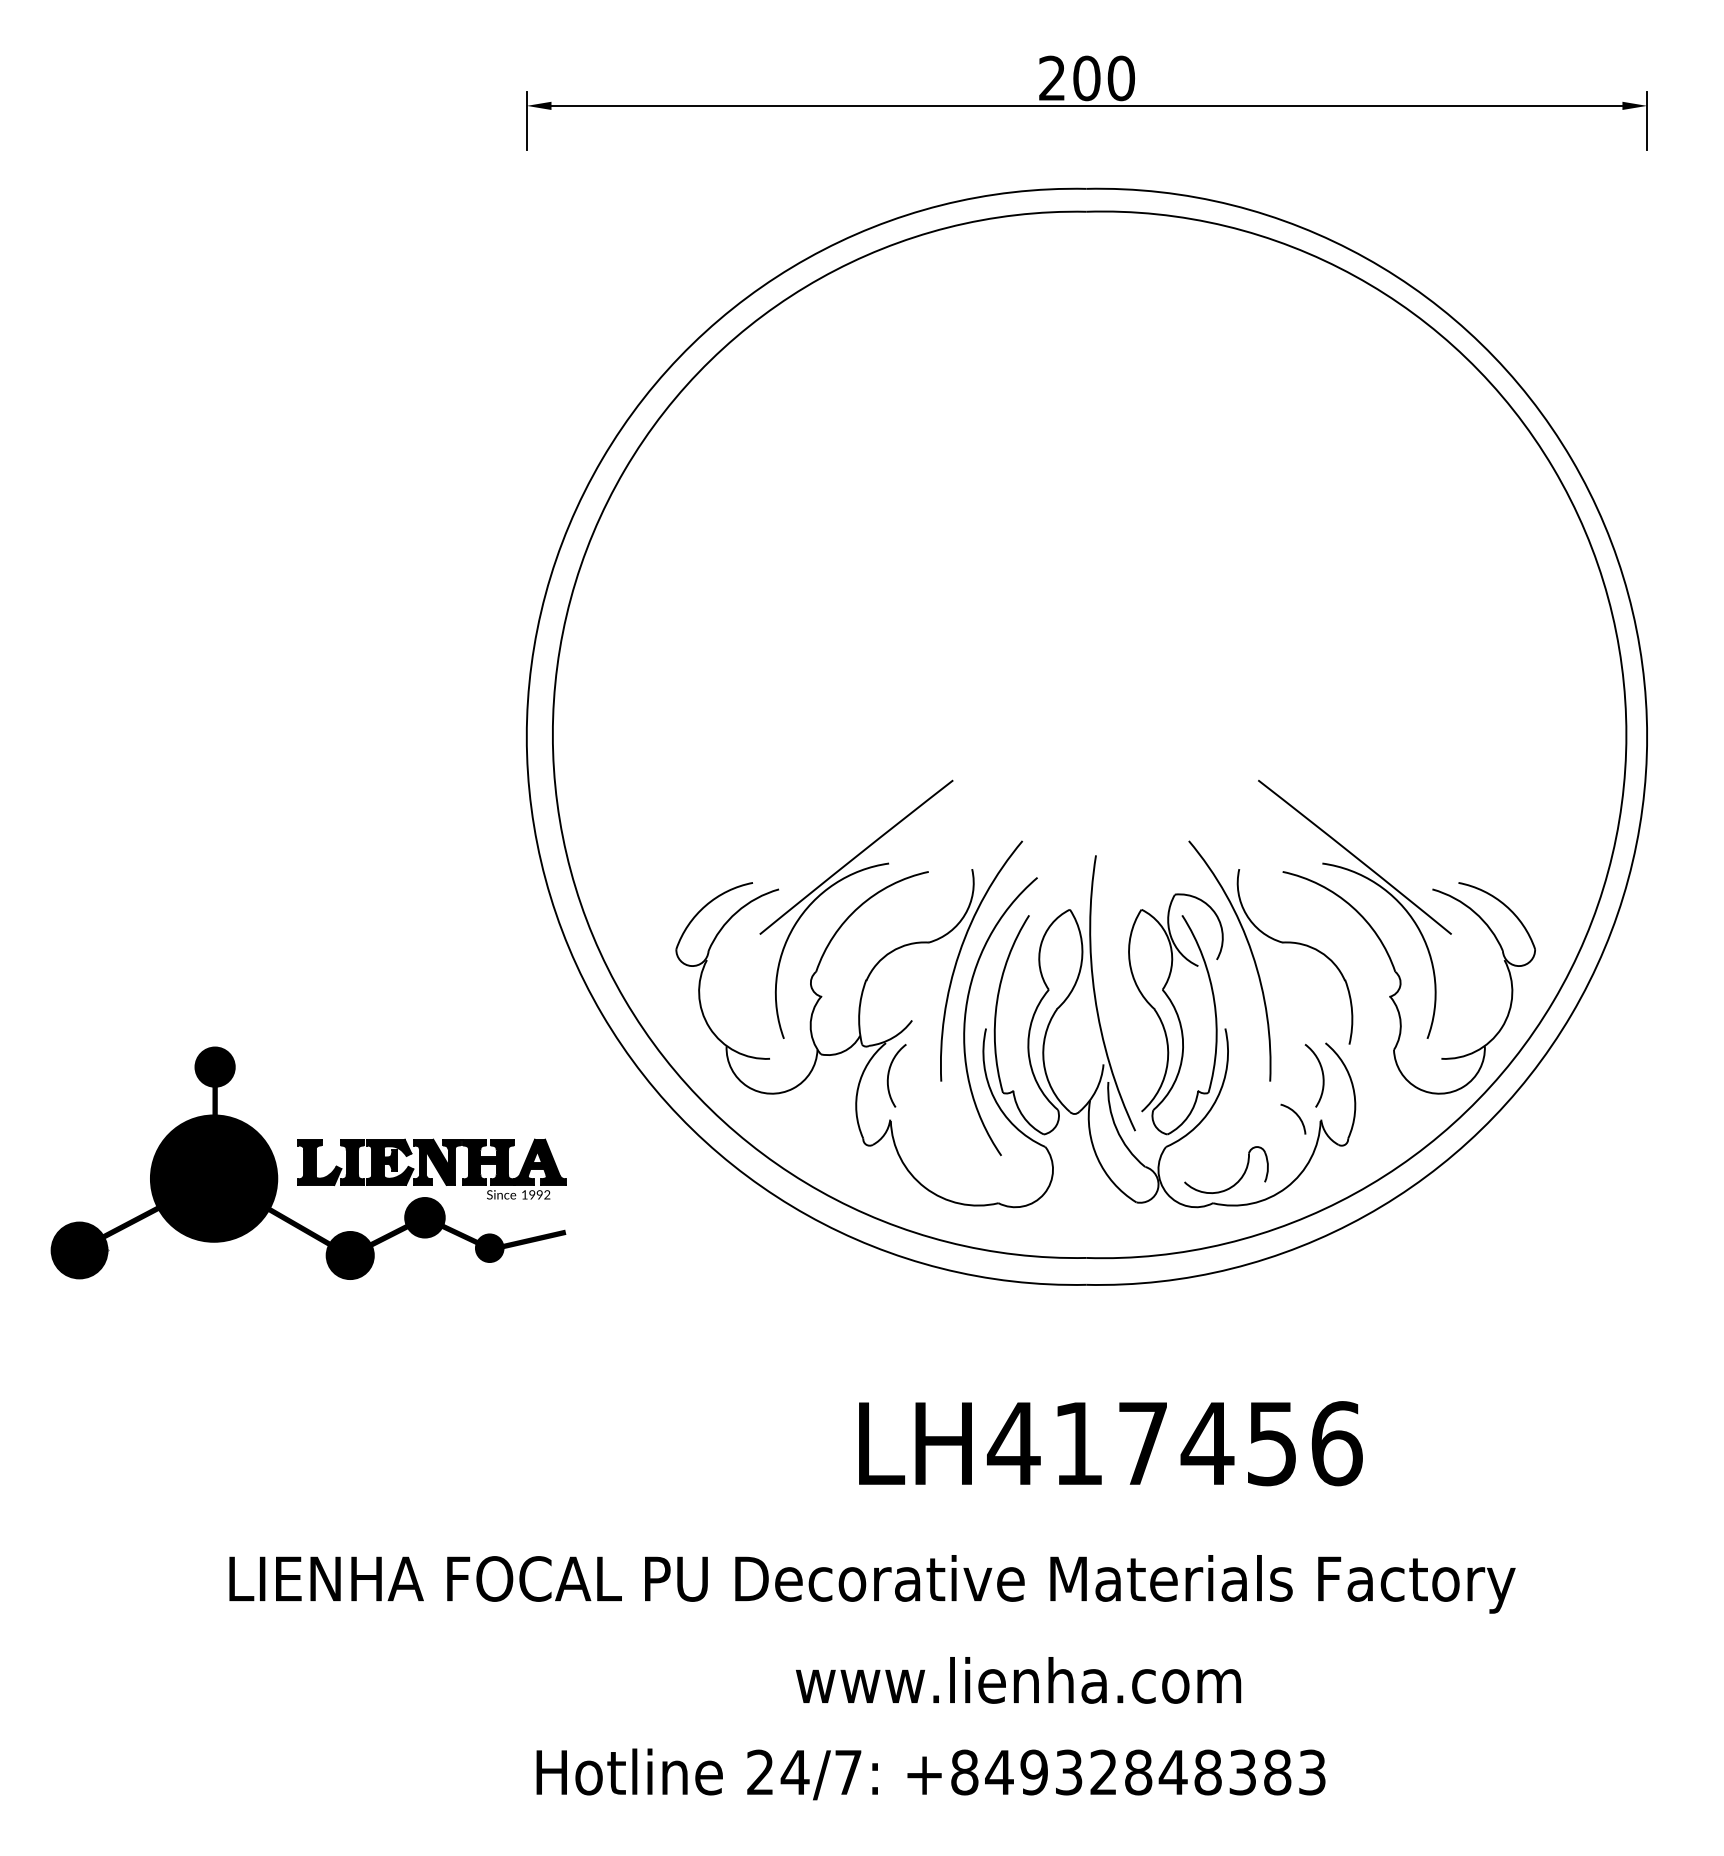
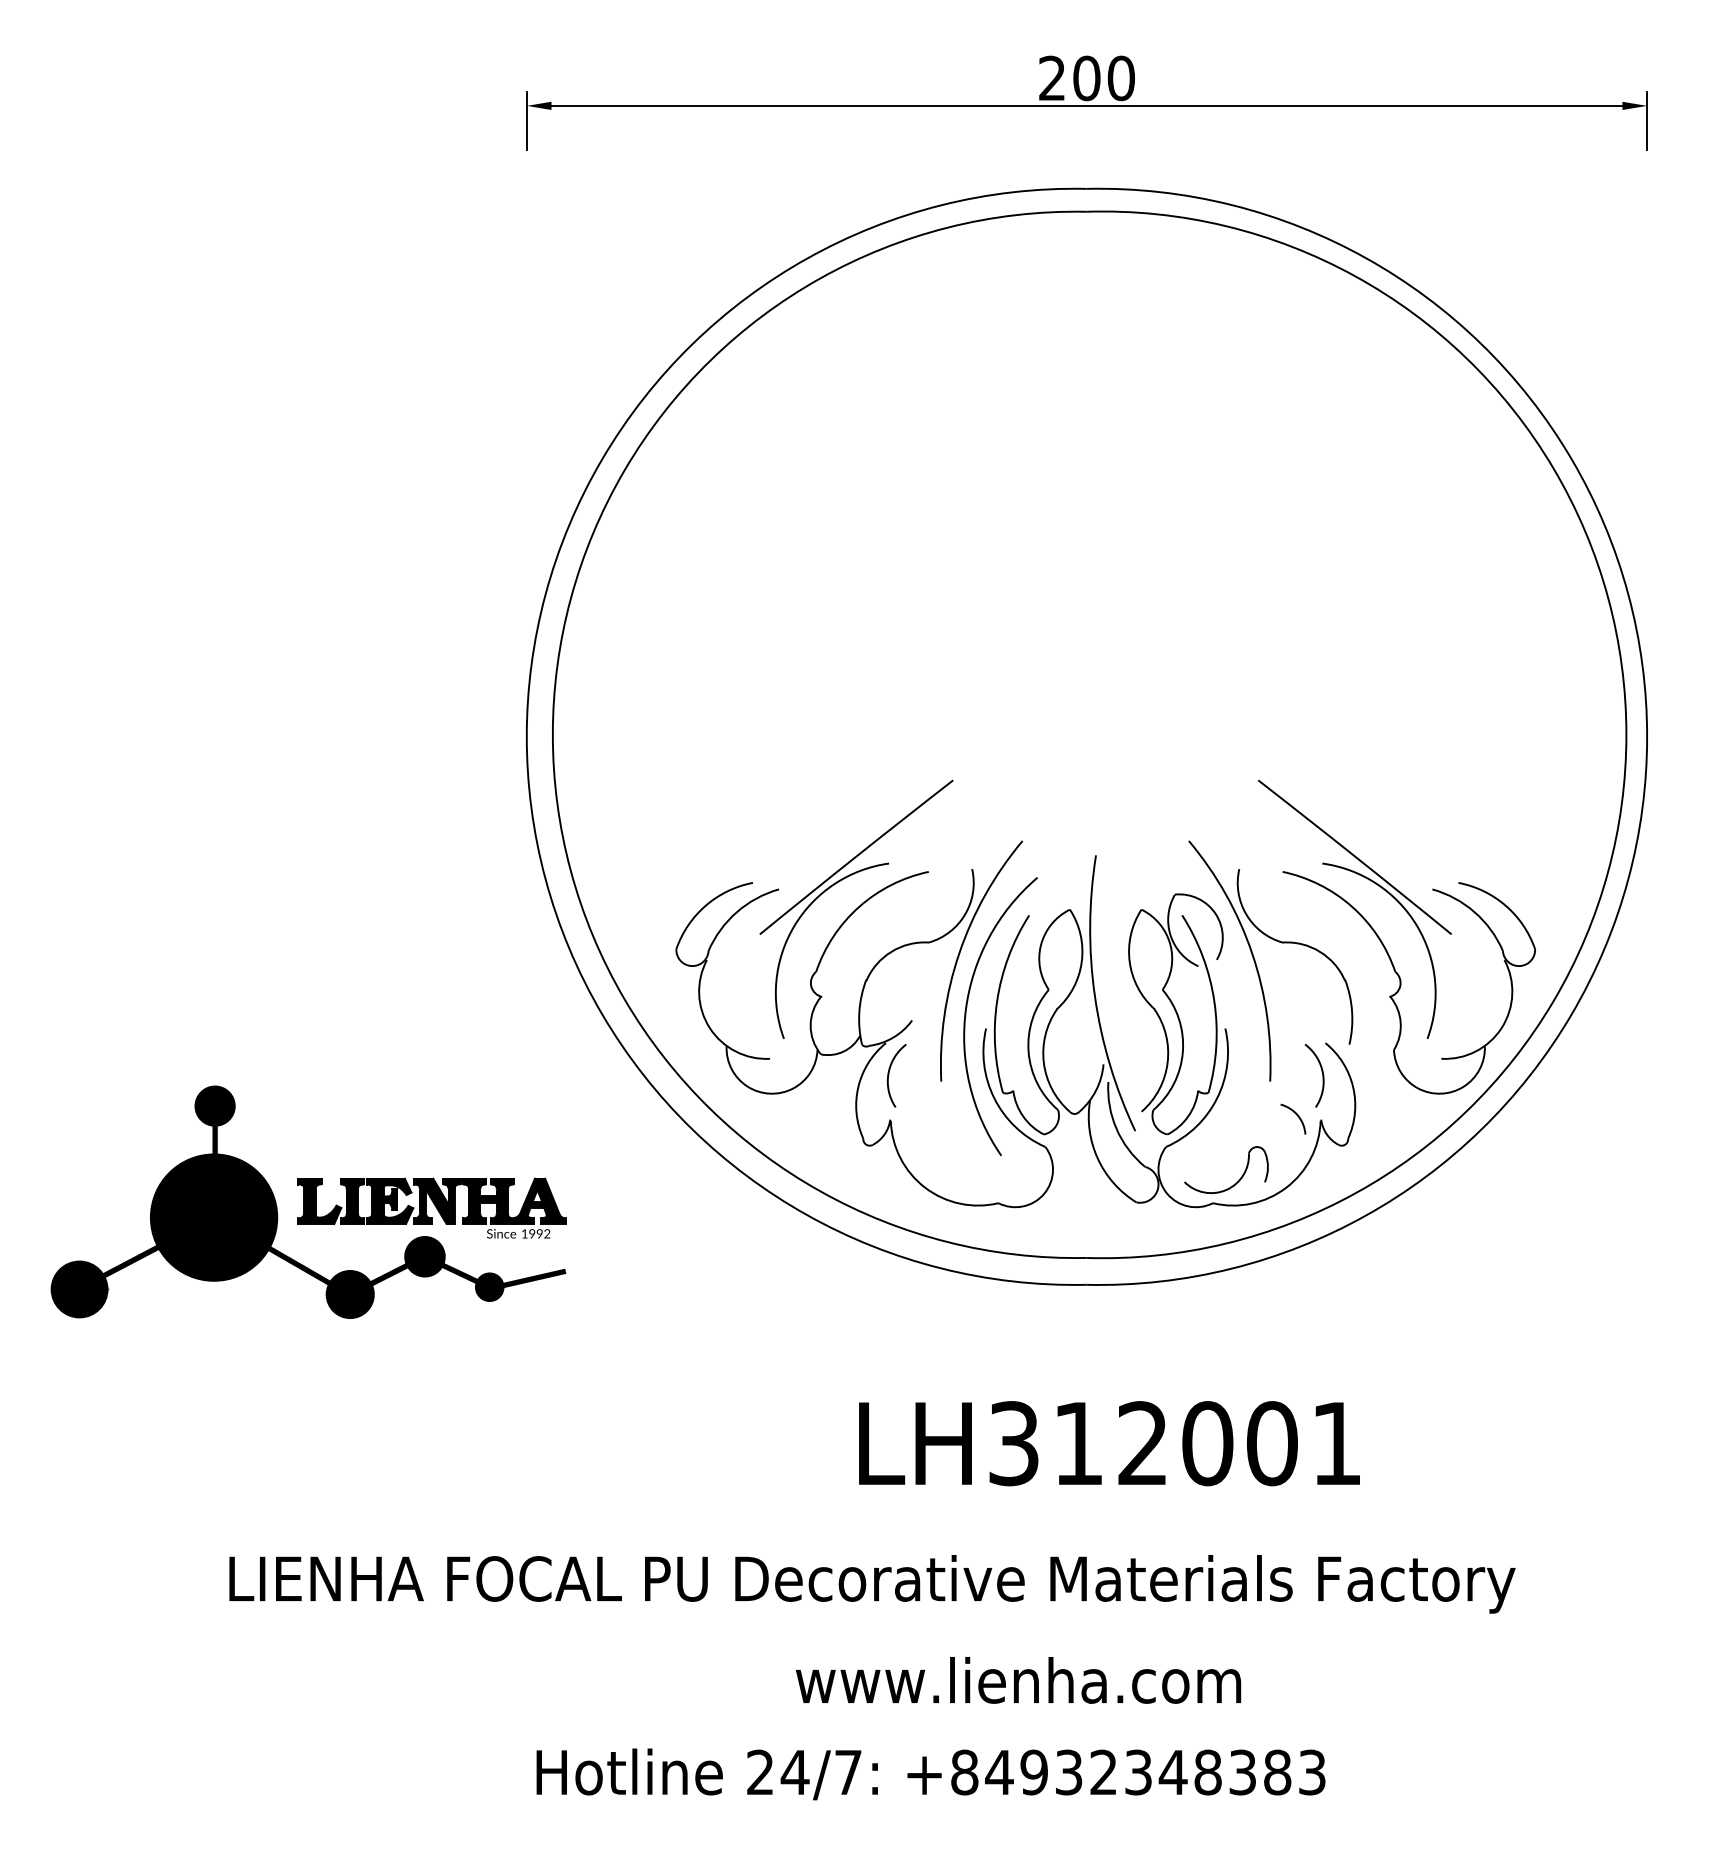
part at (308, 1162) position: (308, 1162) -> (308, 1201)
text at (1174, 1443): LH417456 -> LH312001
text at (1138, 1772): +84932848383 -> +84932348383
